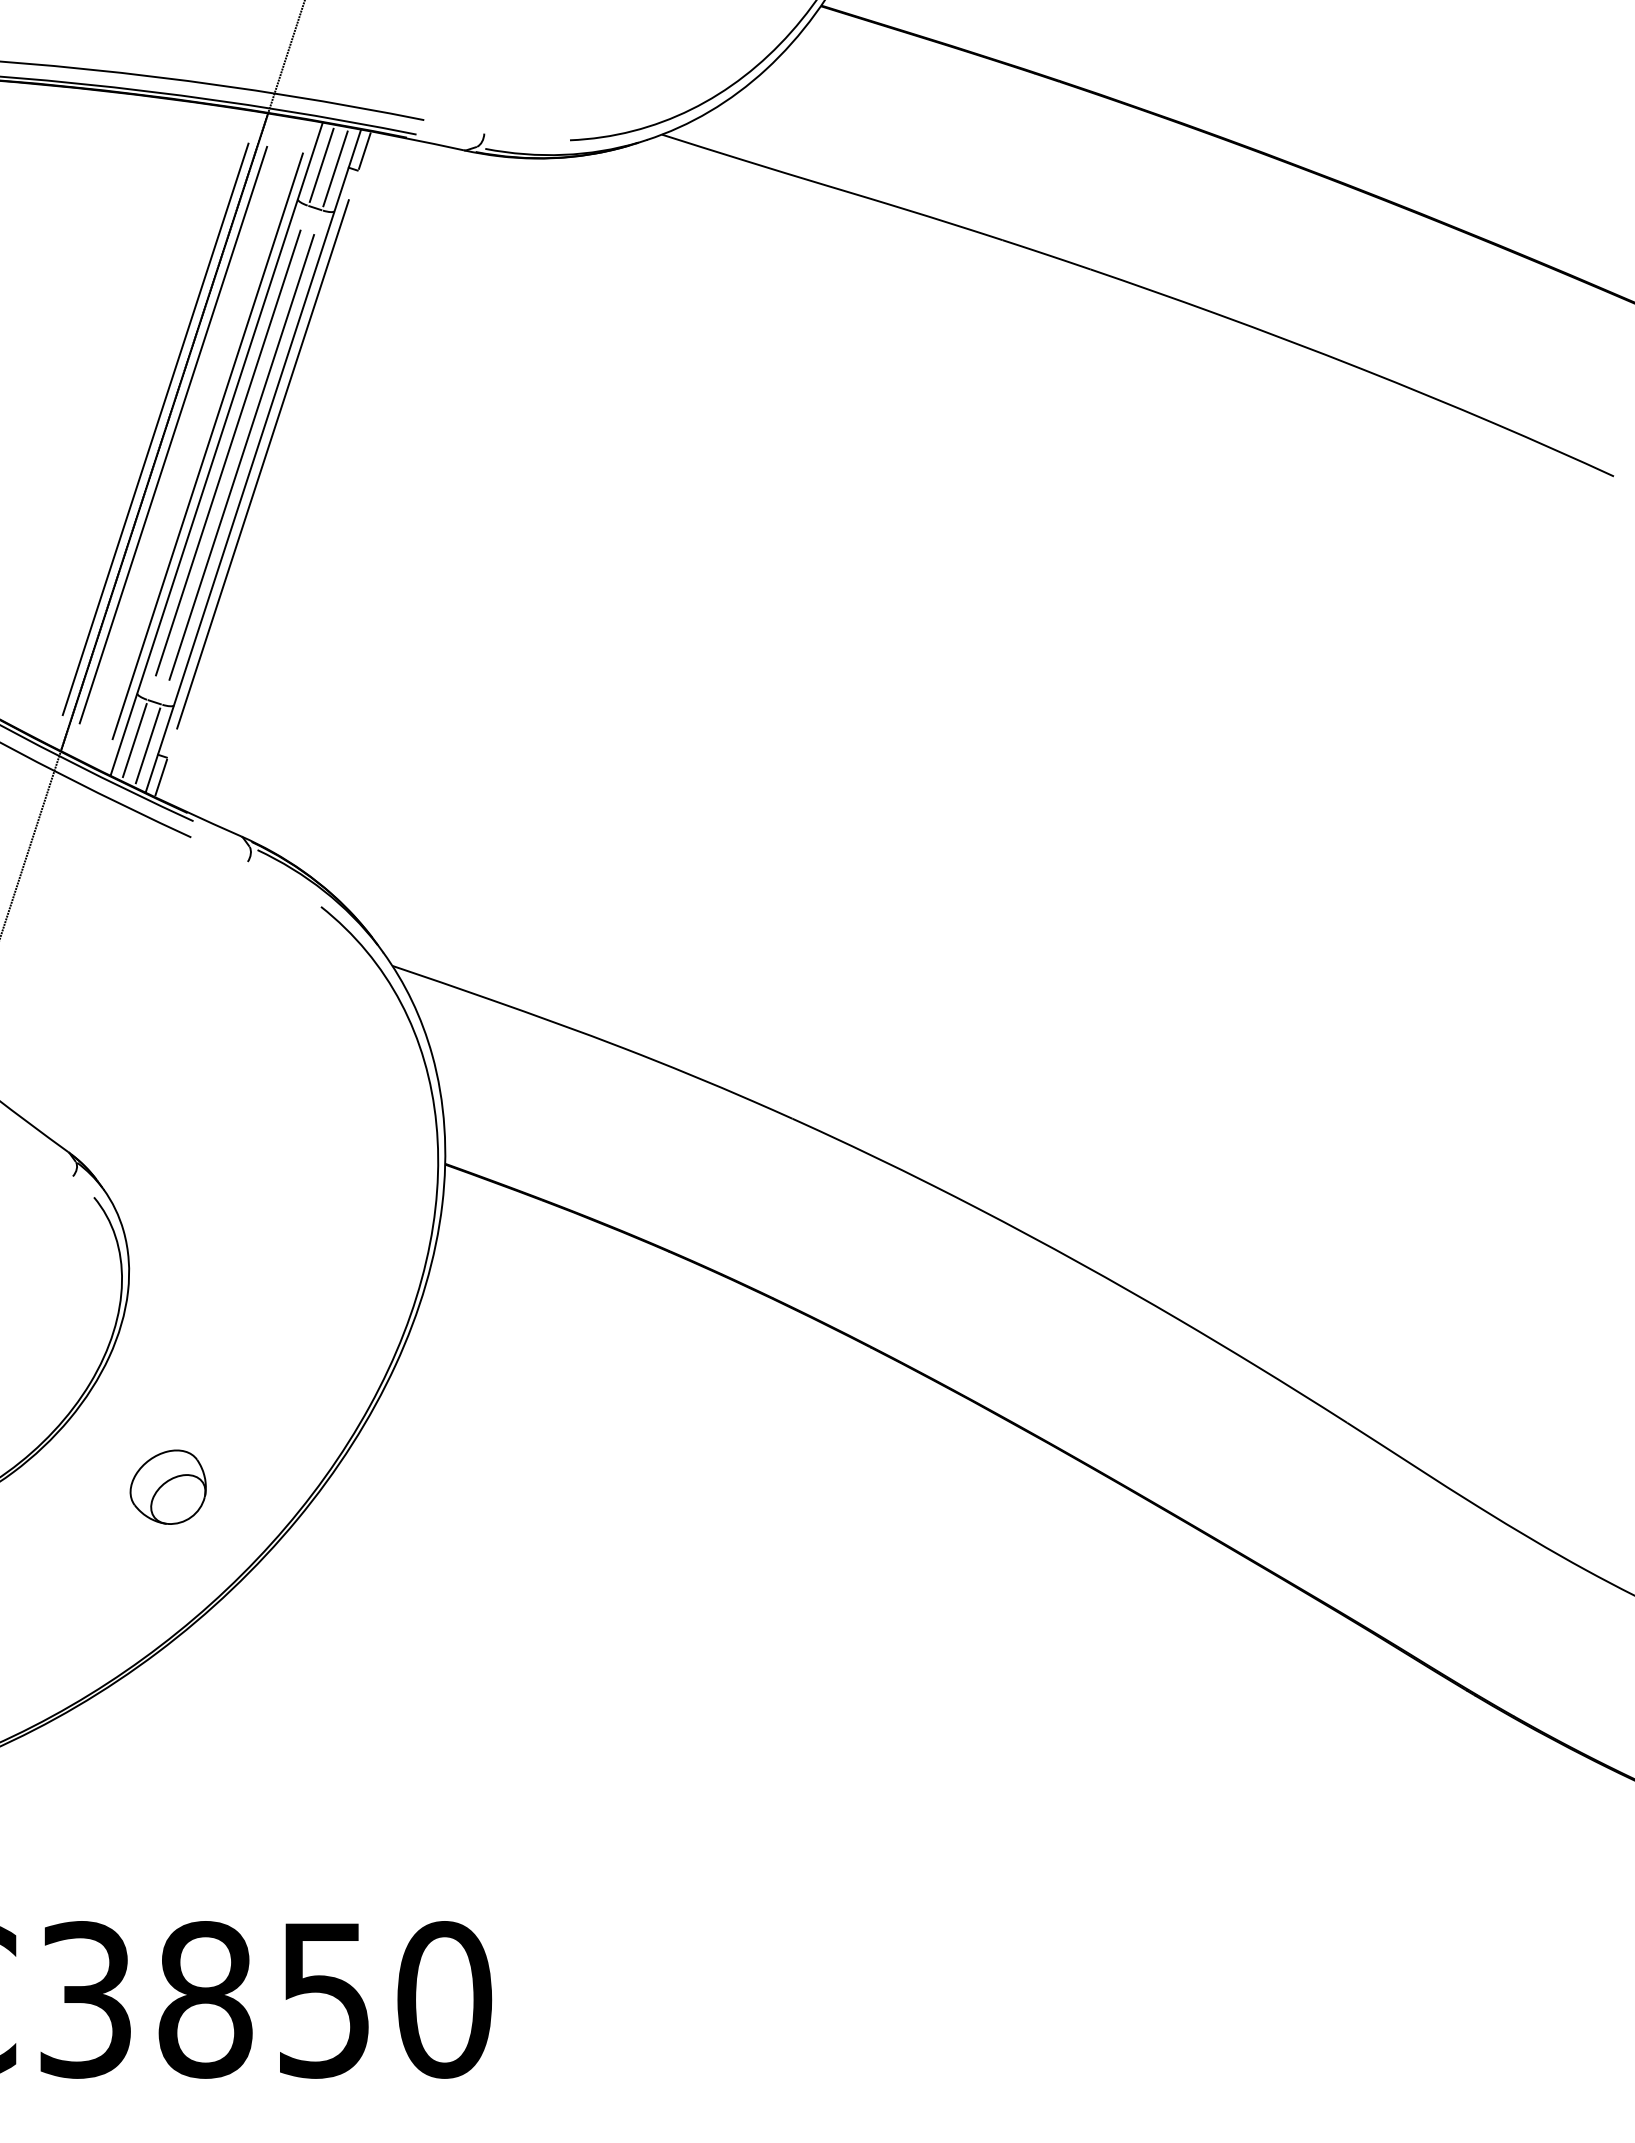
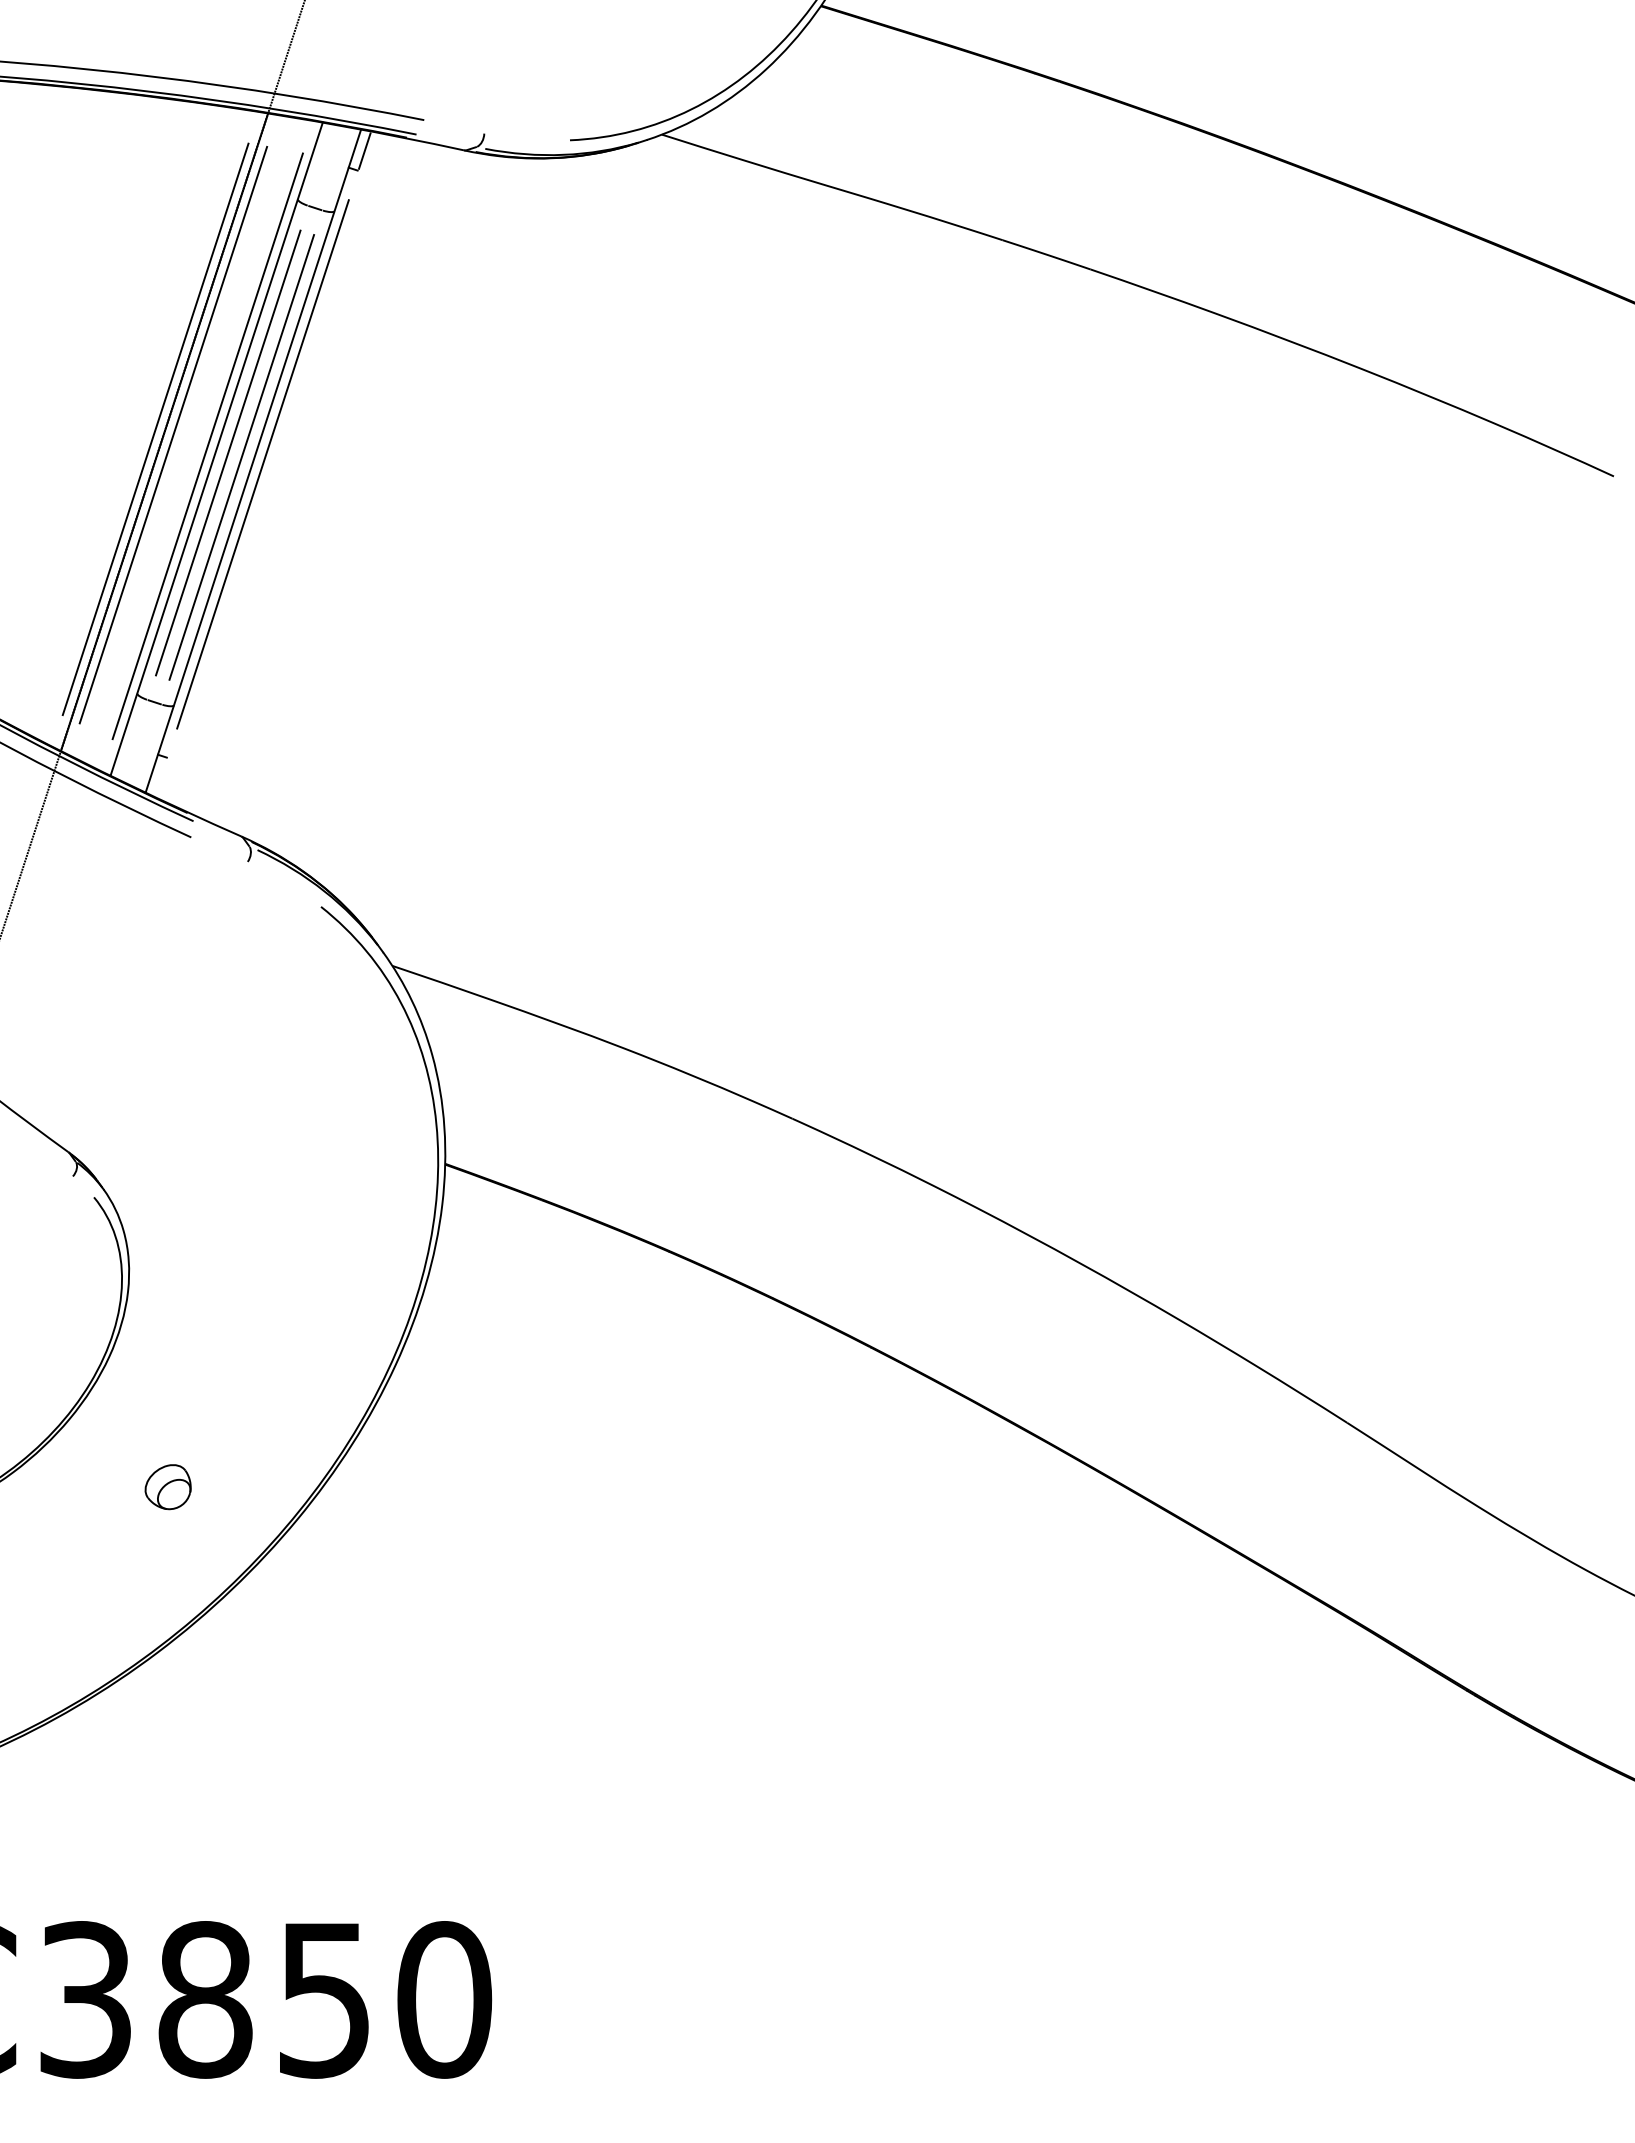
line at (321, 164): present -> none
line at (335, 168): present -> none
line at (134, 740): present -> none
line at (147, 745): present -> none
line at (160, 777): present -> none
part at (167, 1486) size: 78x76 px -> 48x47 px
